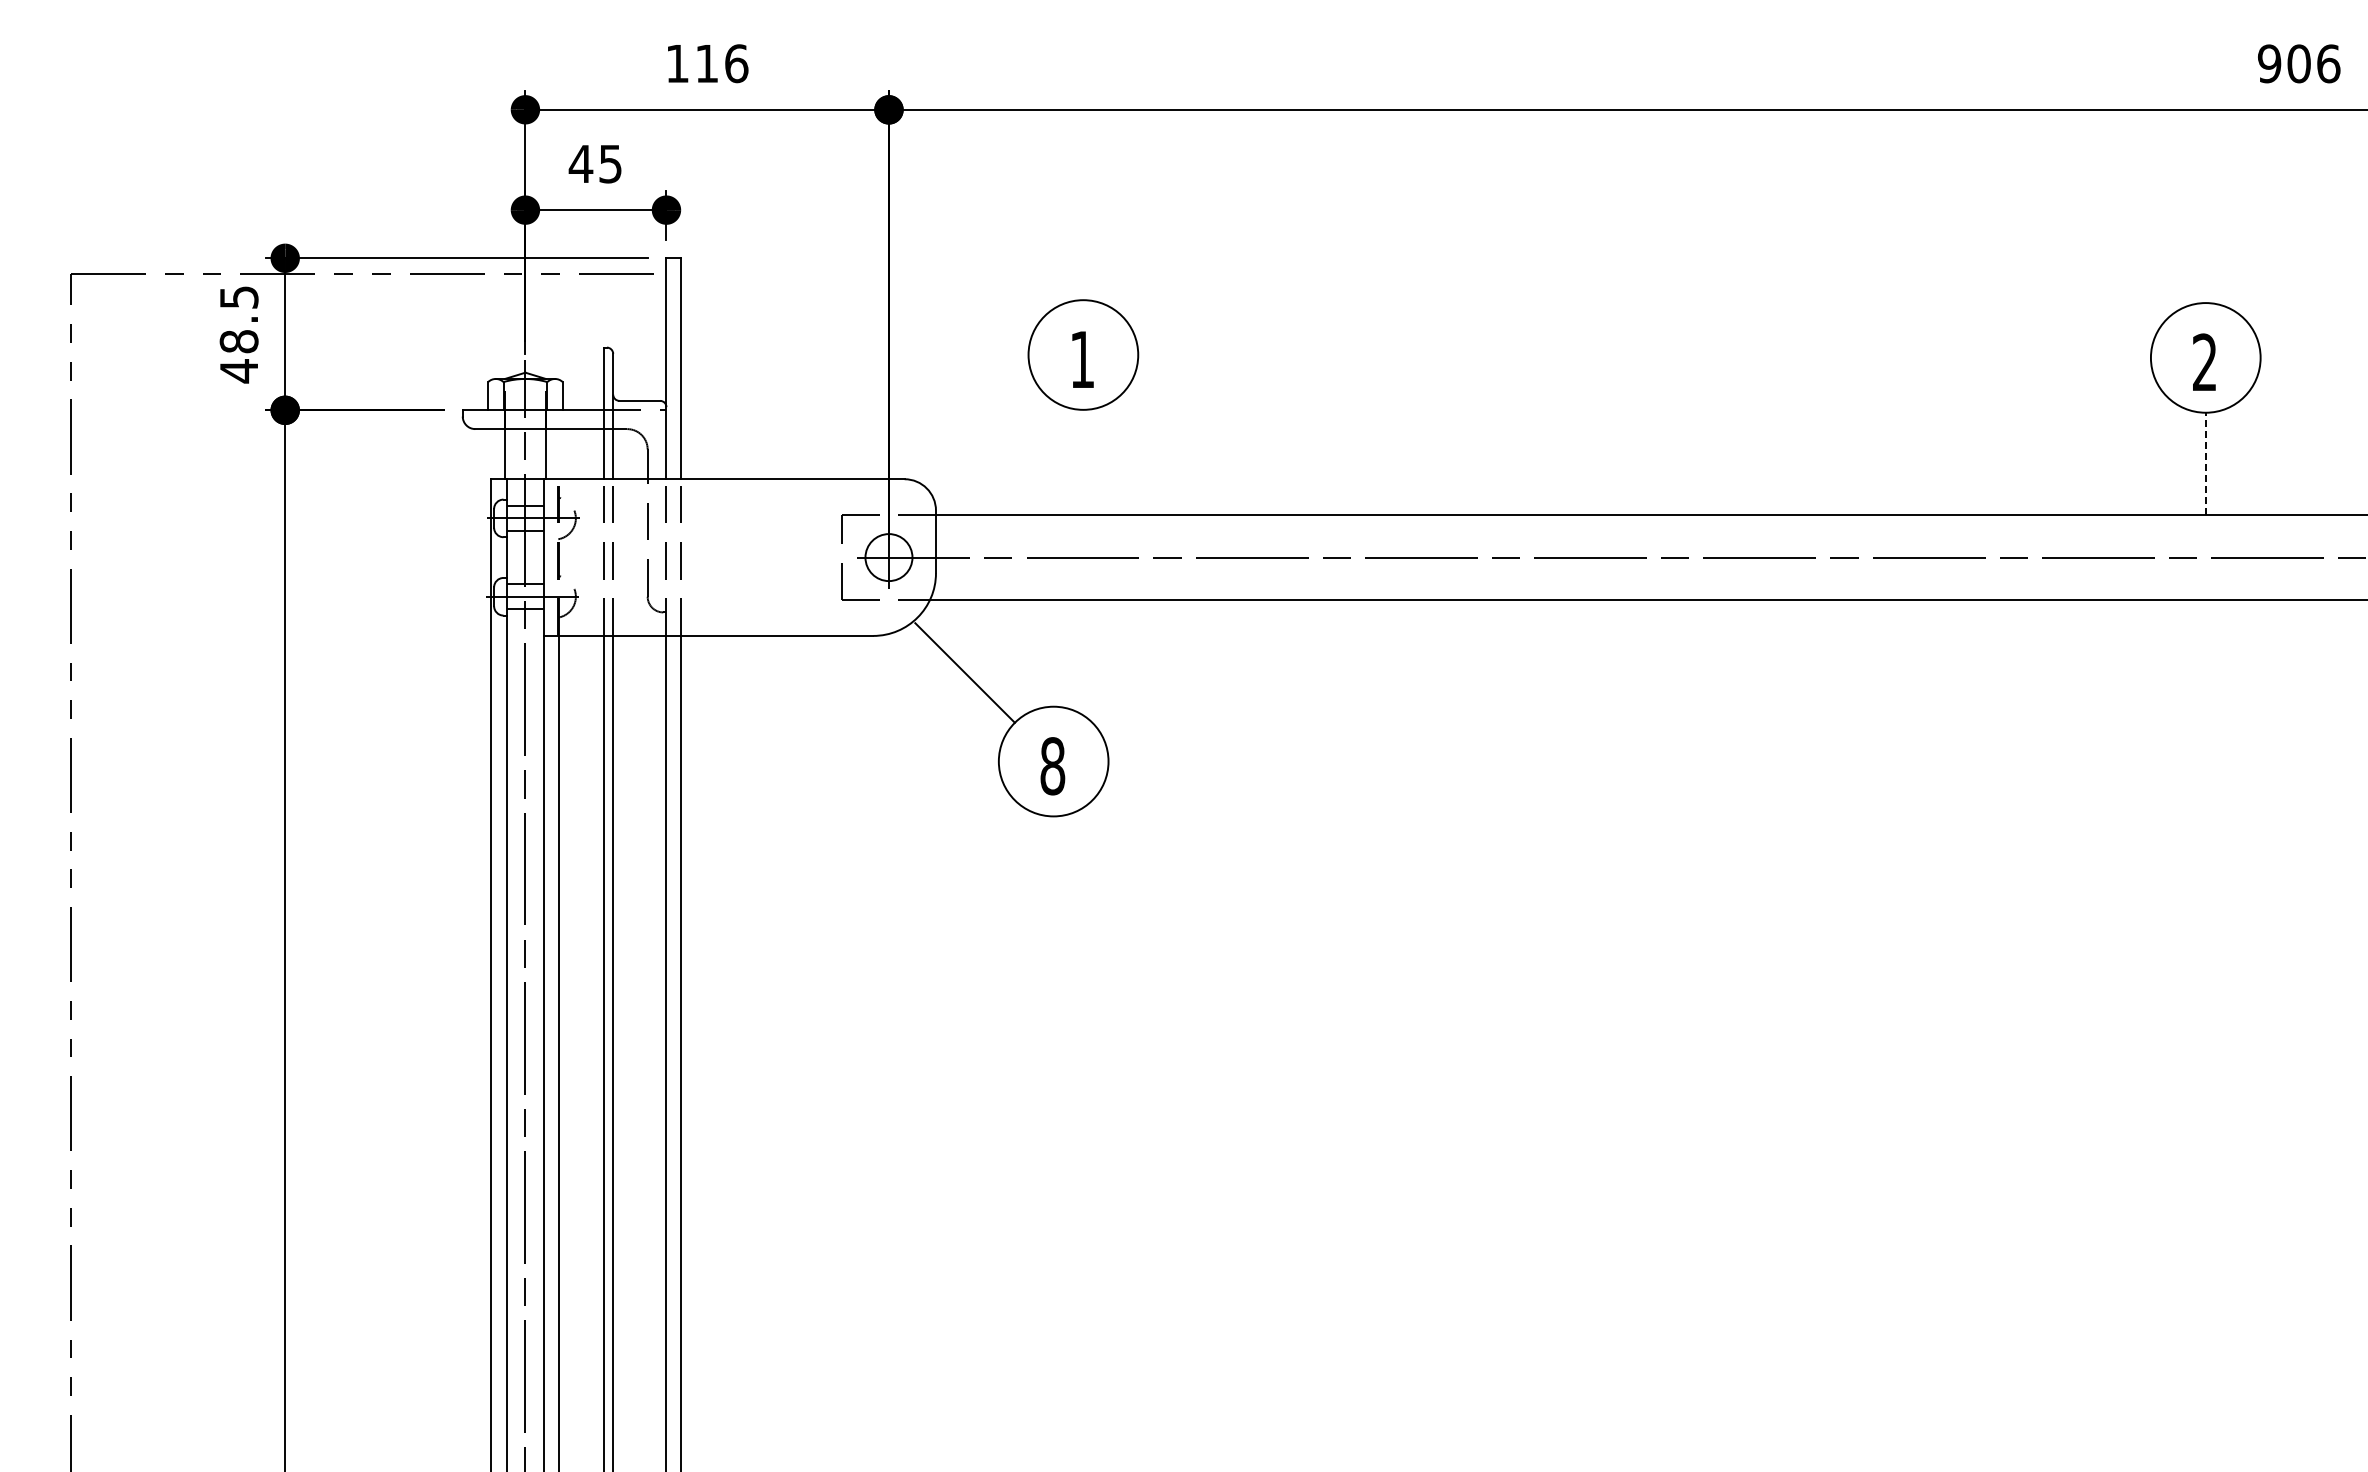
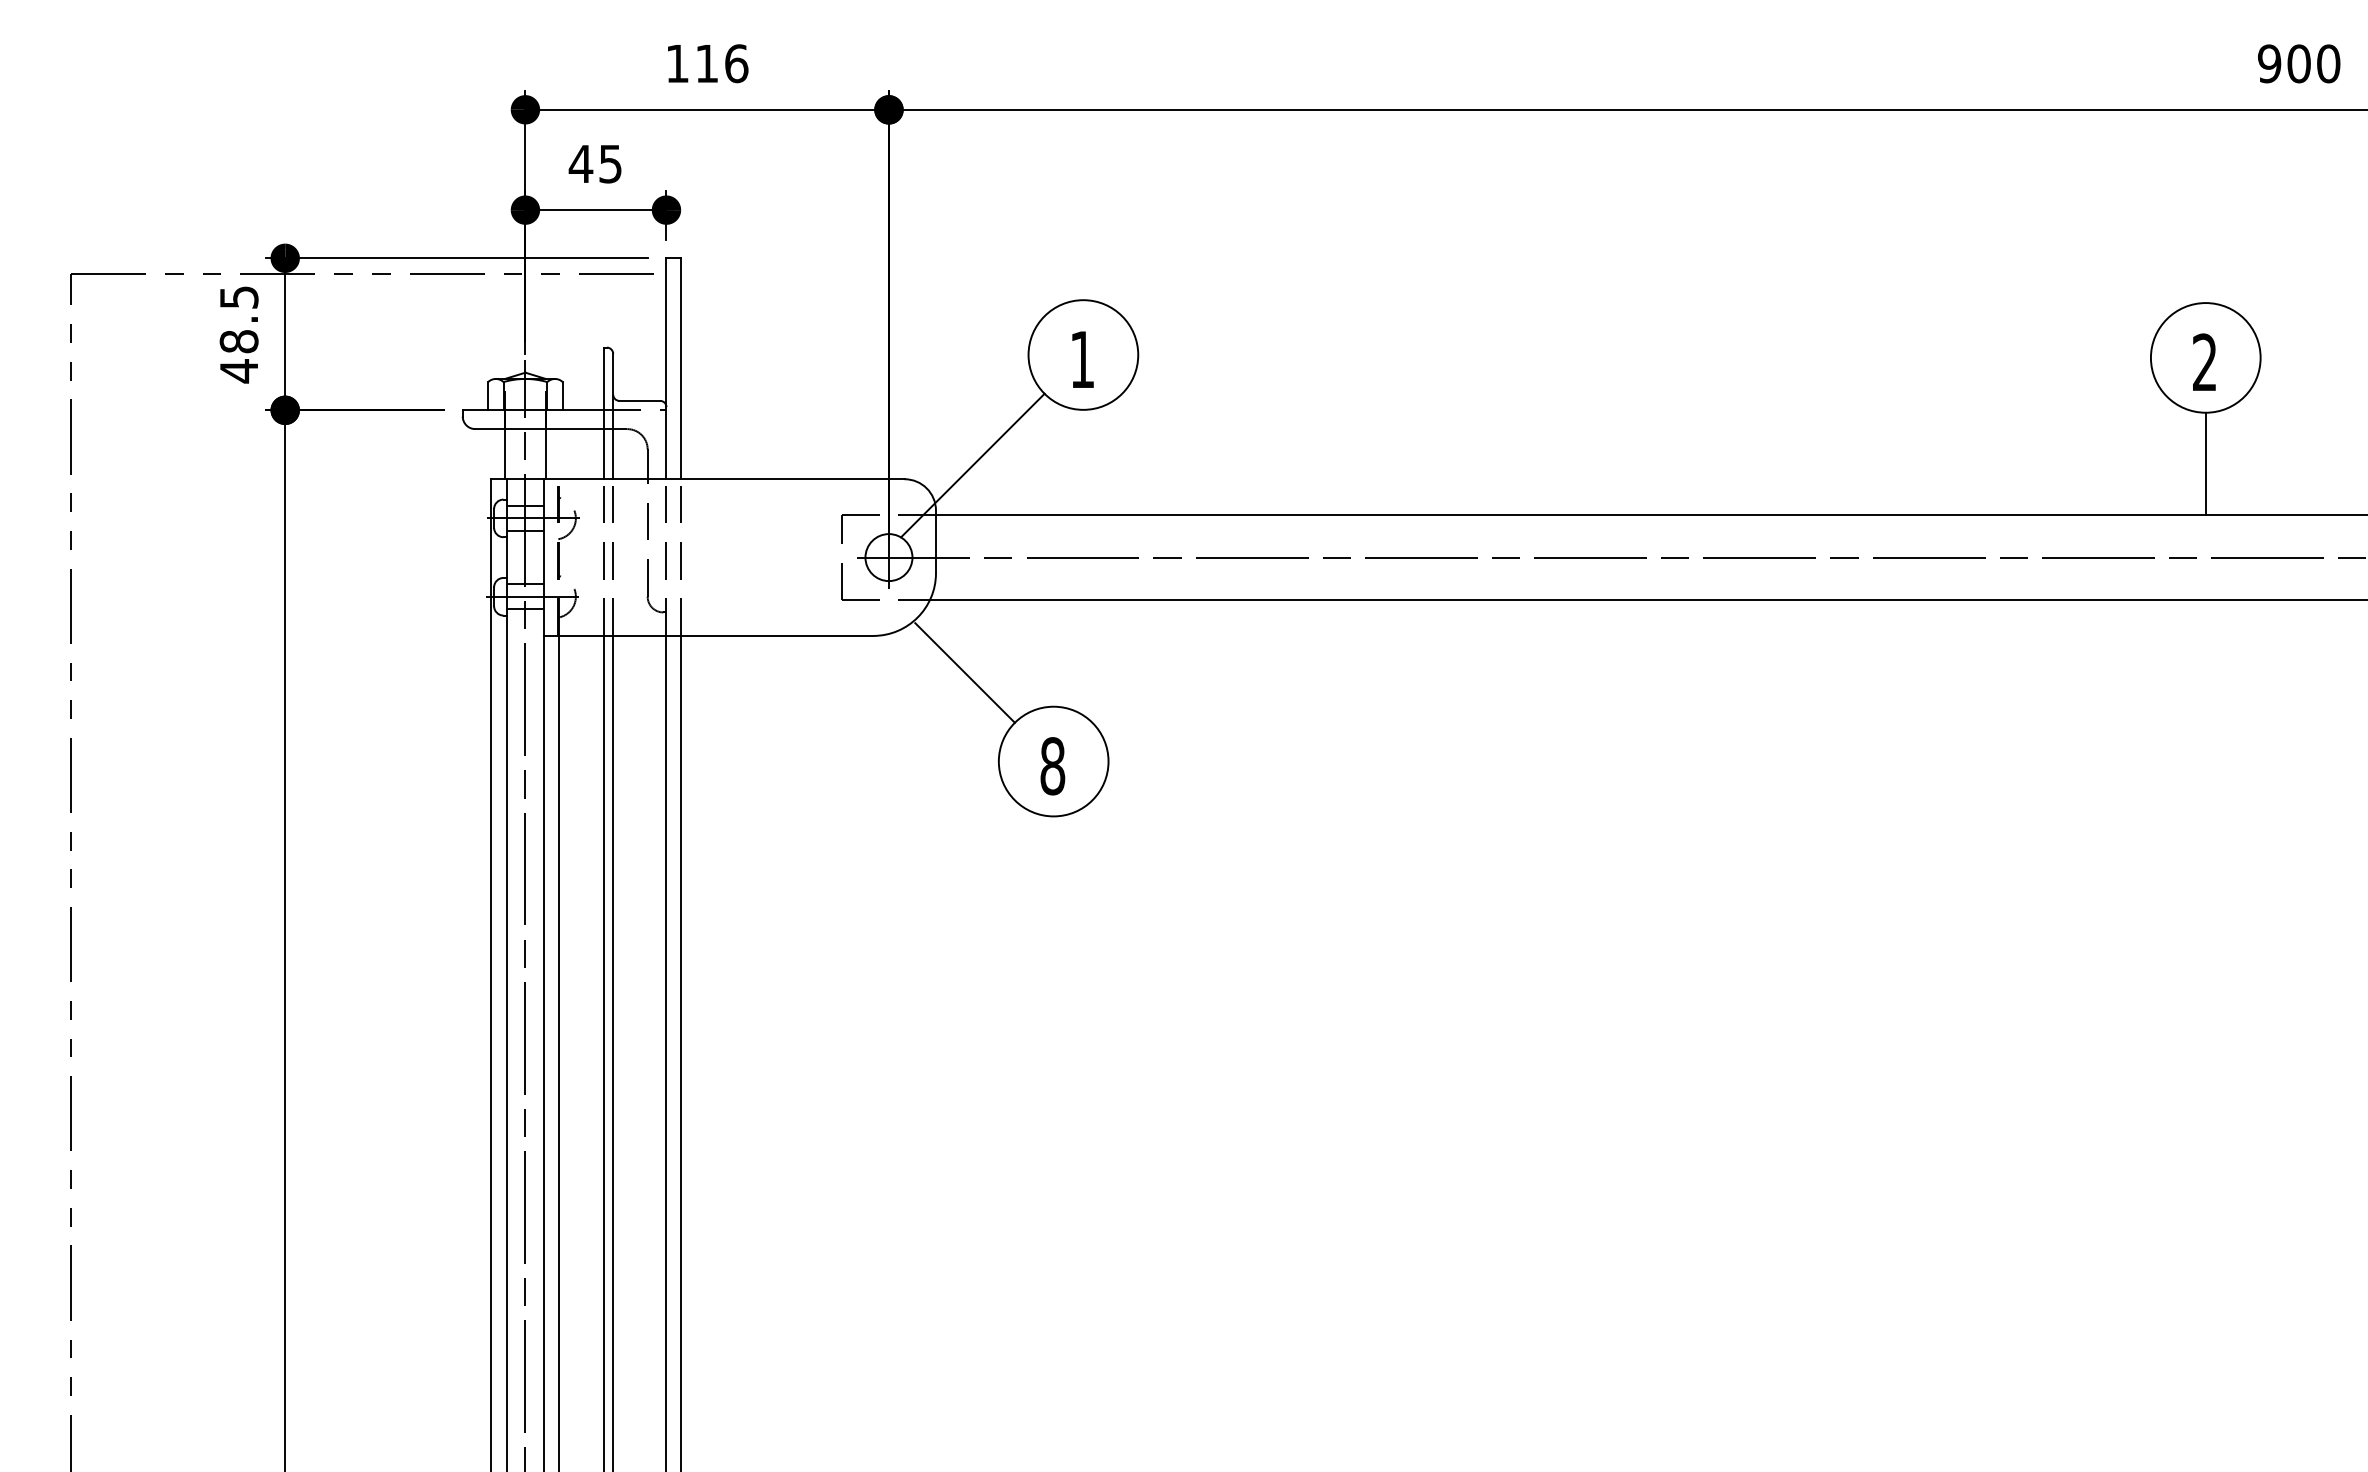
text at (2328, 63): 906 -> 900
line at (2205, 463): dashed -> solid
line at (972, 465): none -> present
